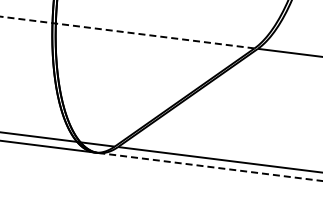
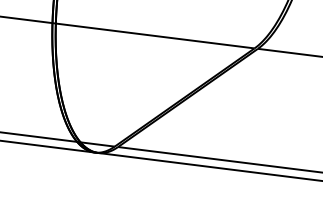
line at (127, 32): dashed -> solid
line at (210, 166): dashed -> solid
